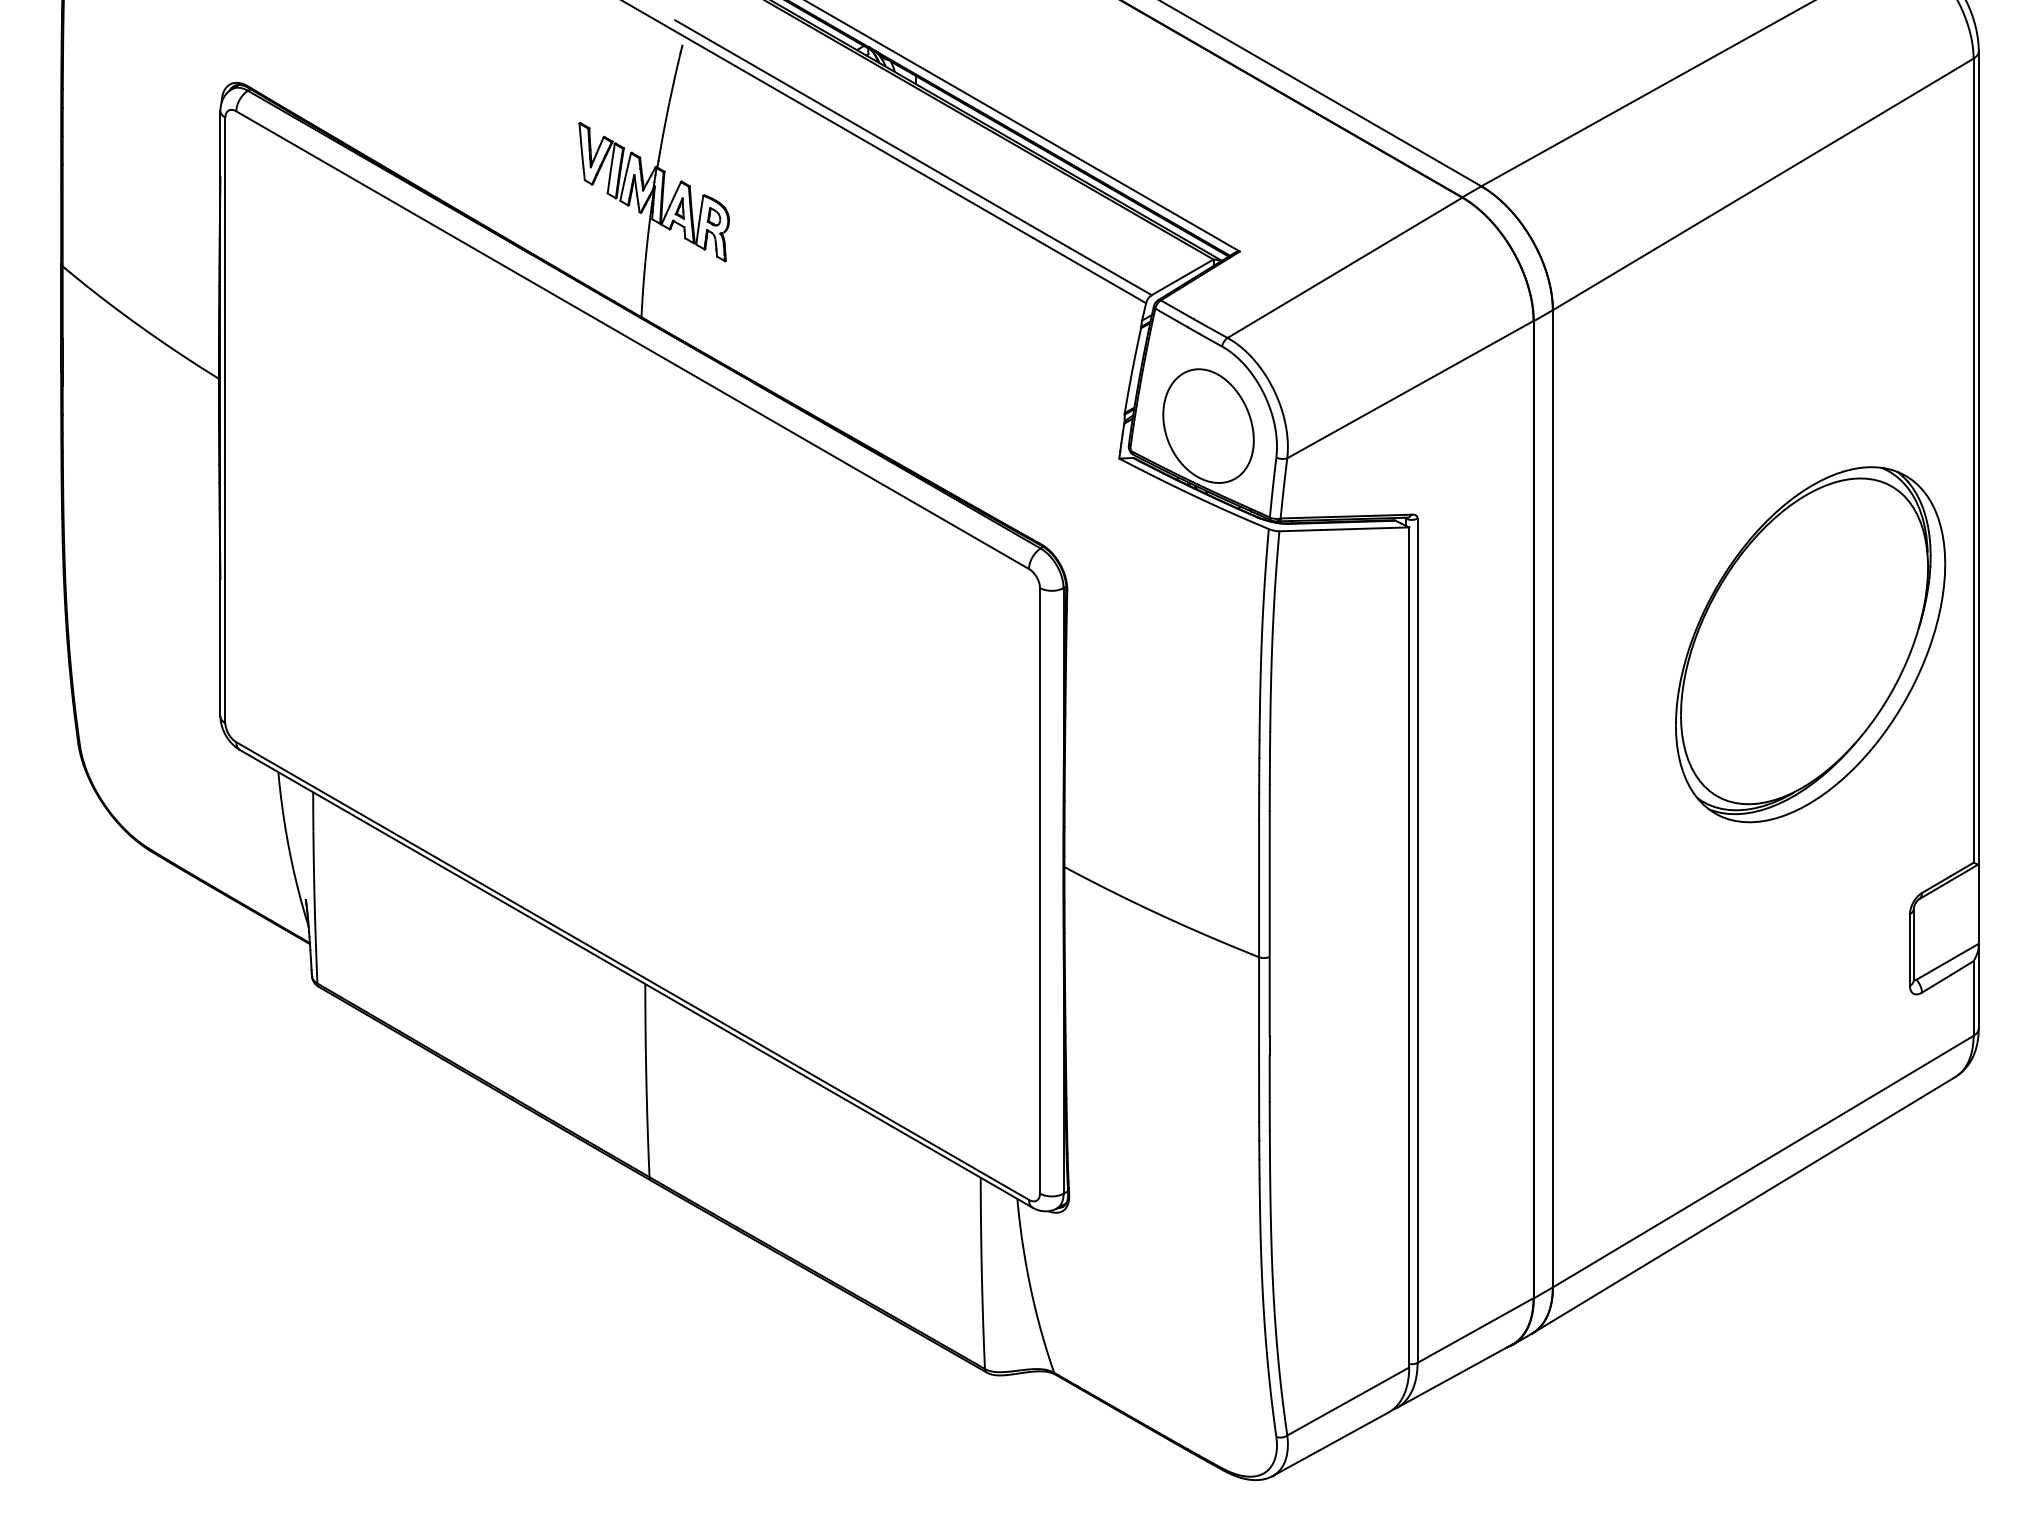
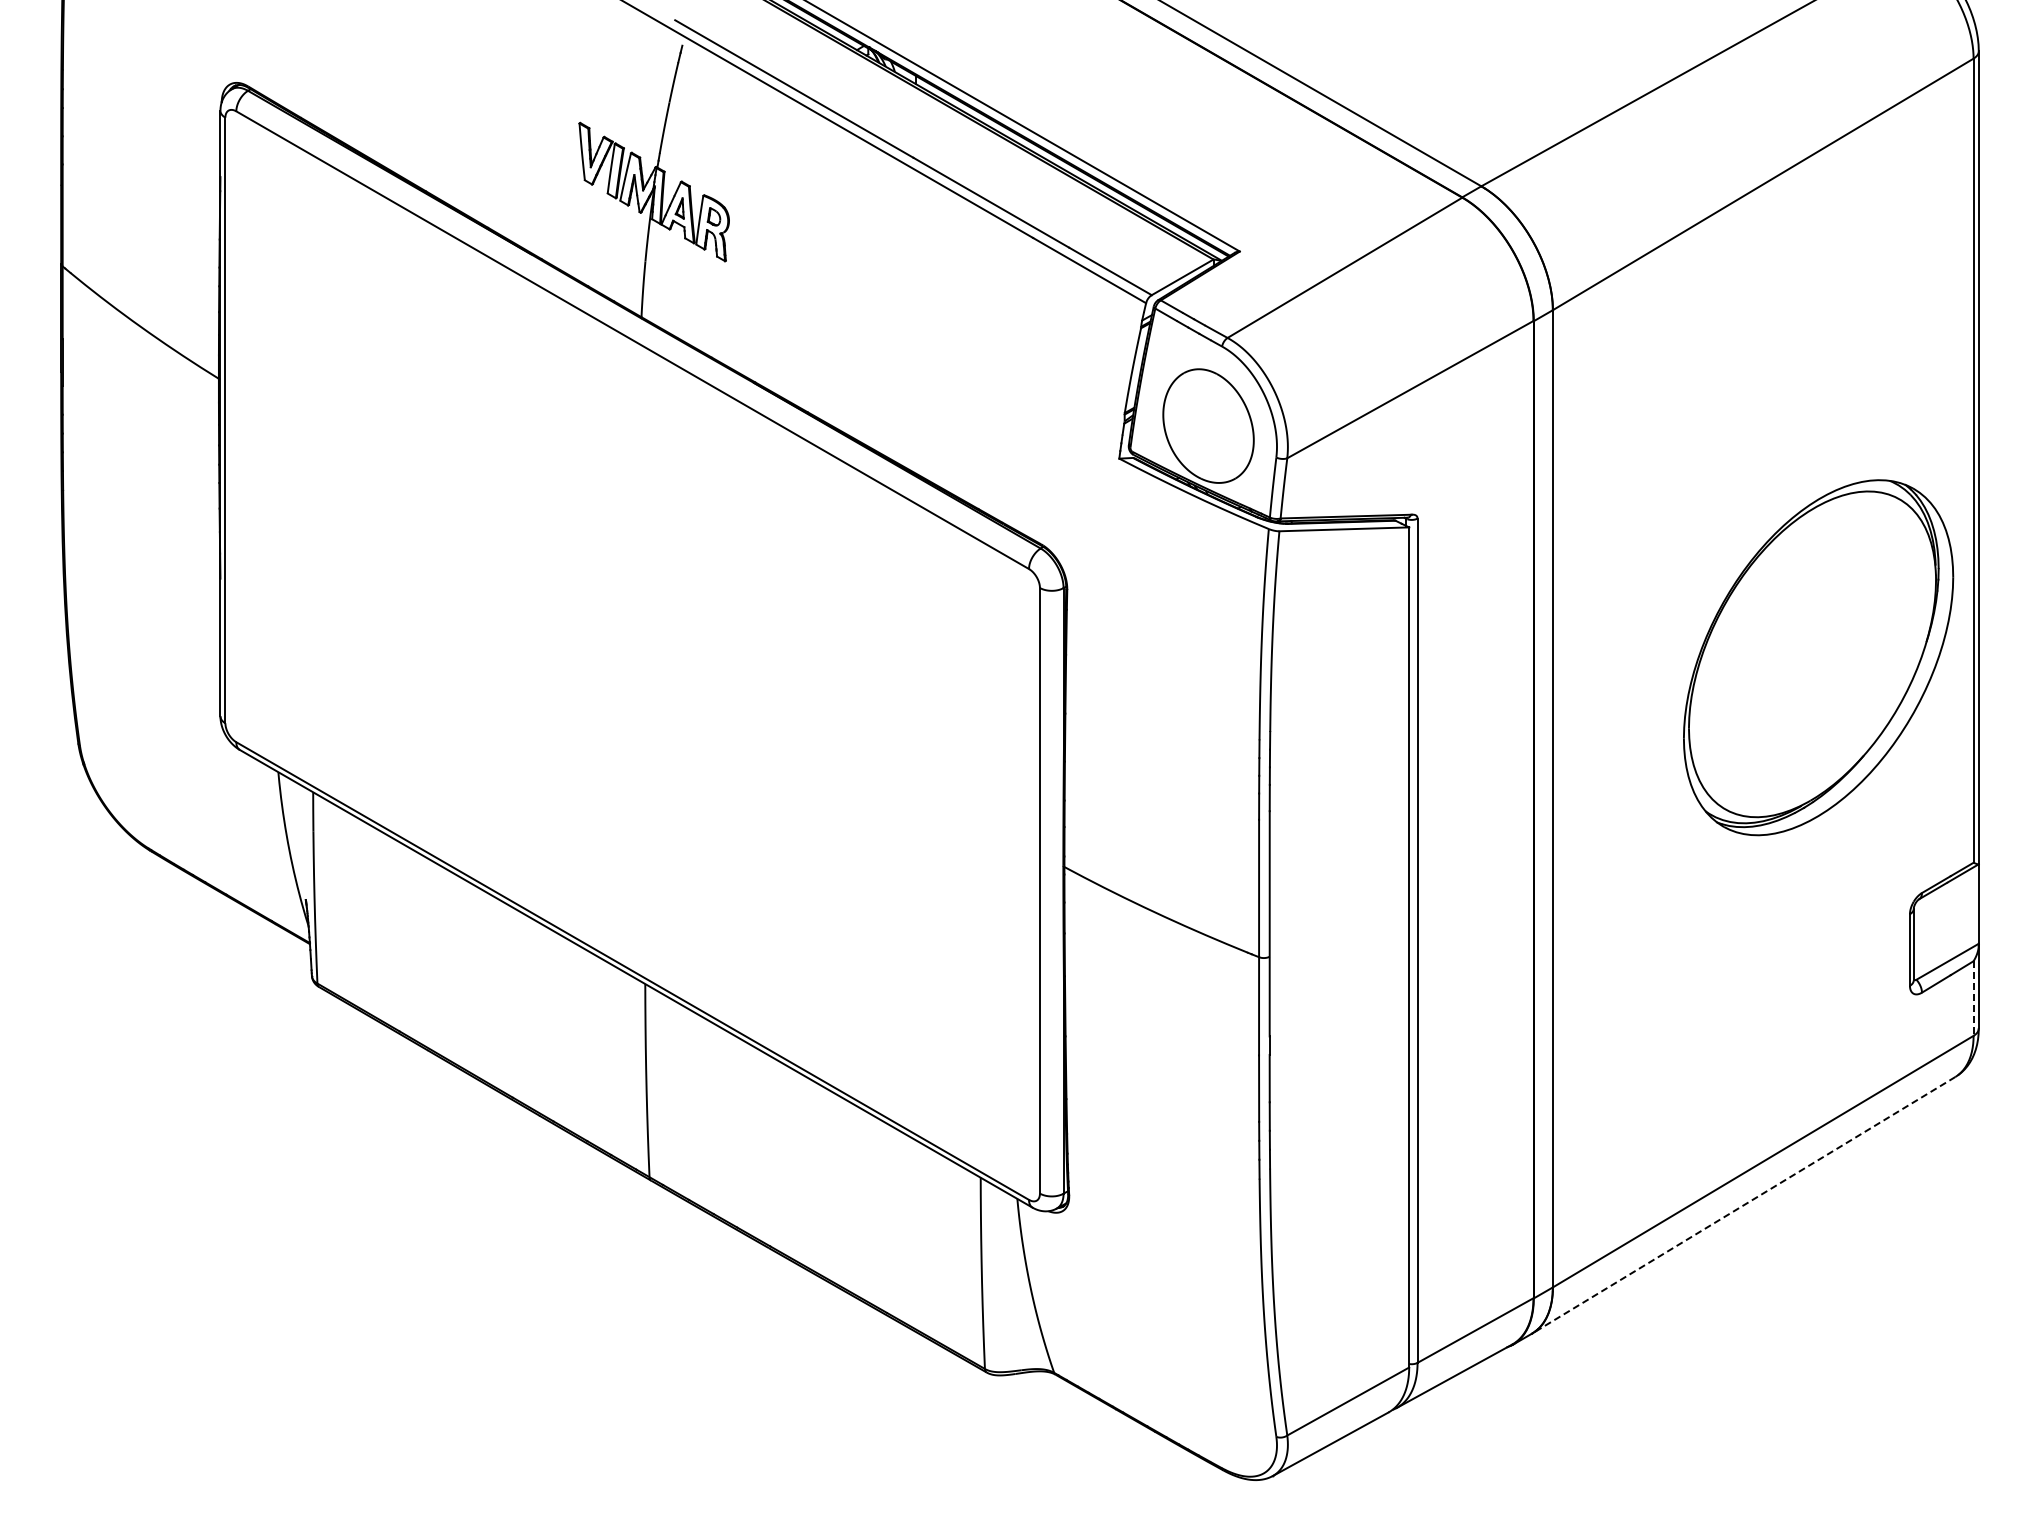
part at (1810, 644) position: (1810, 644) -> (1818, 657)
line at (1973, 999): solid -> dashed
line at (1743, 1205): solid -> dashed
